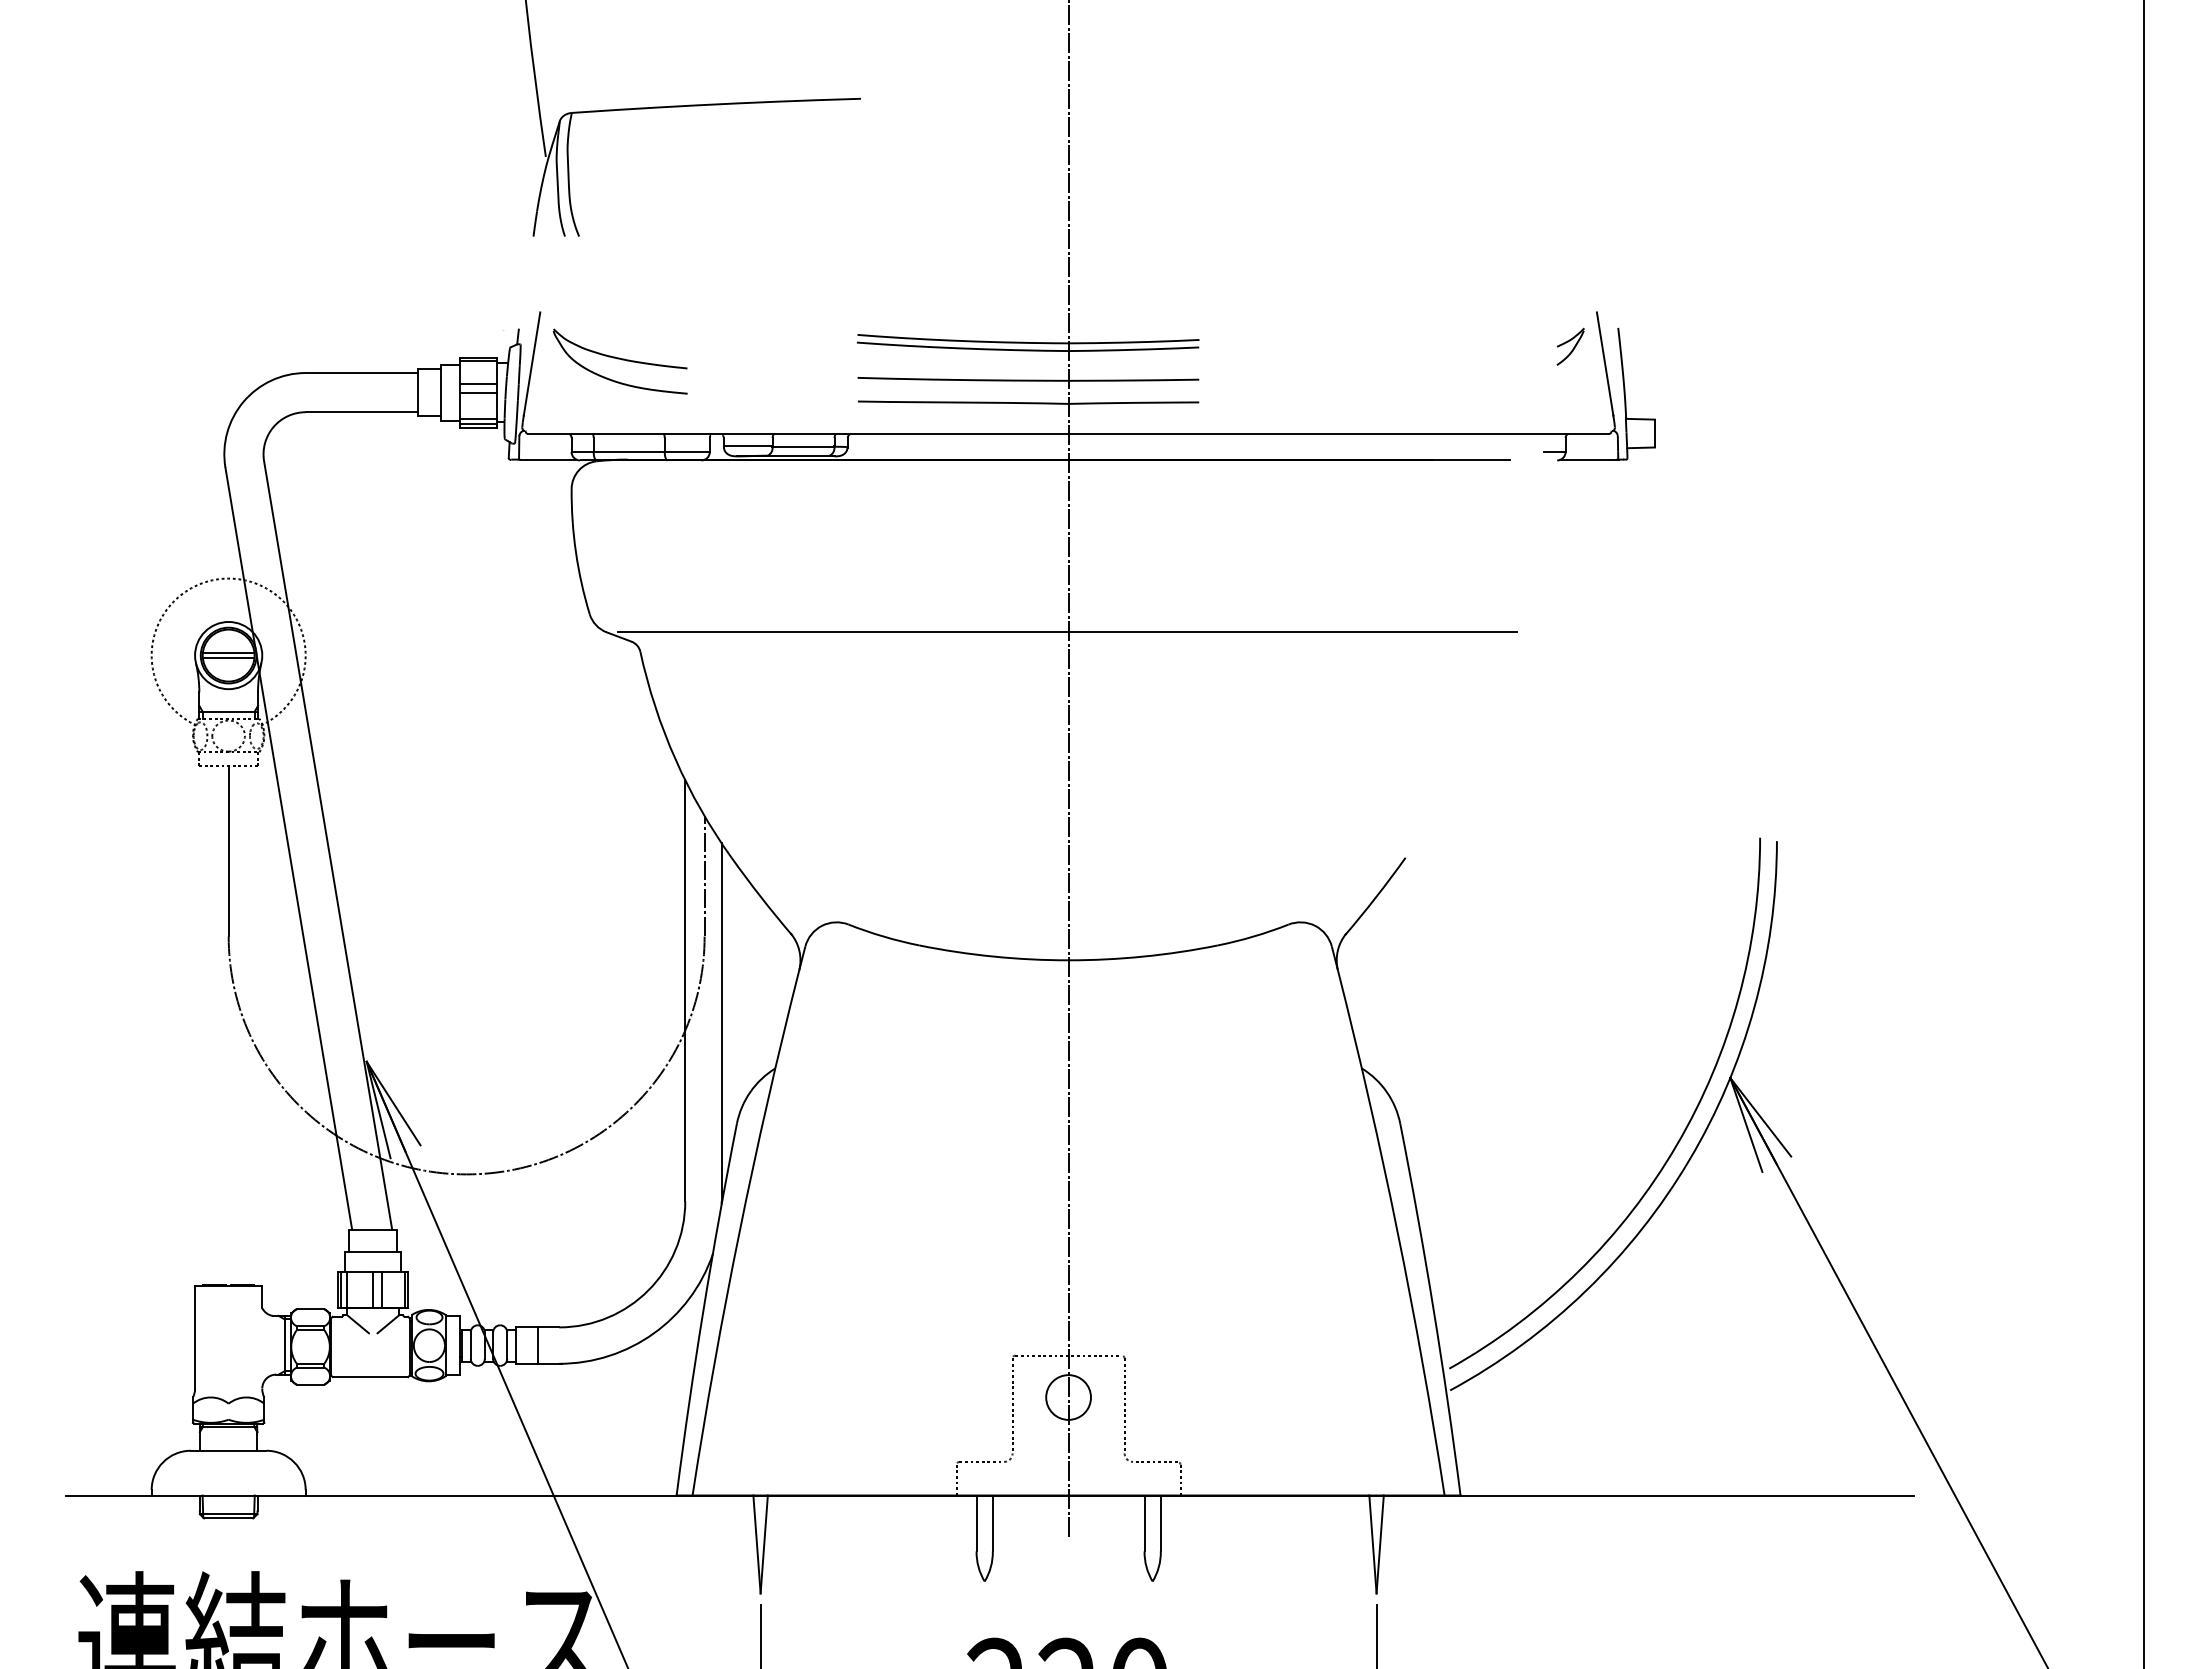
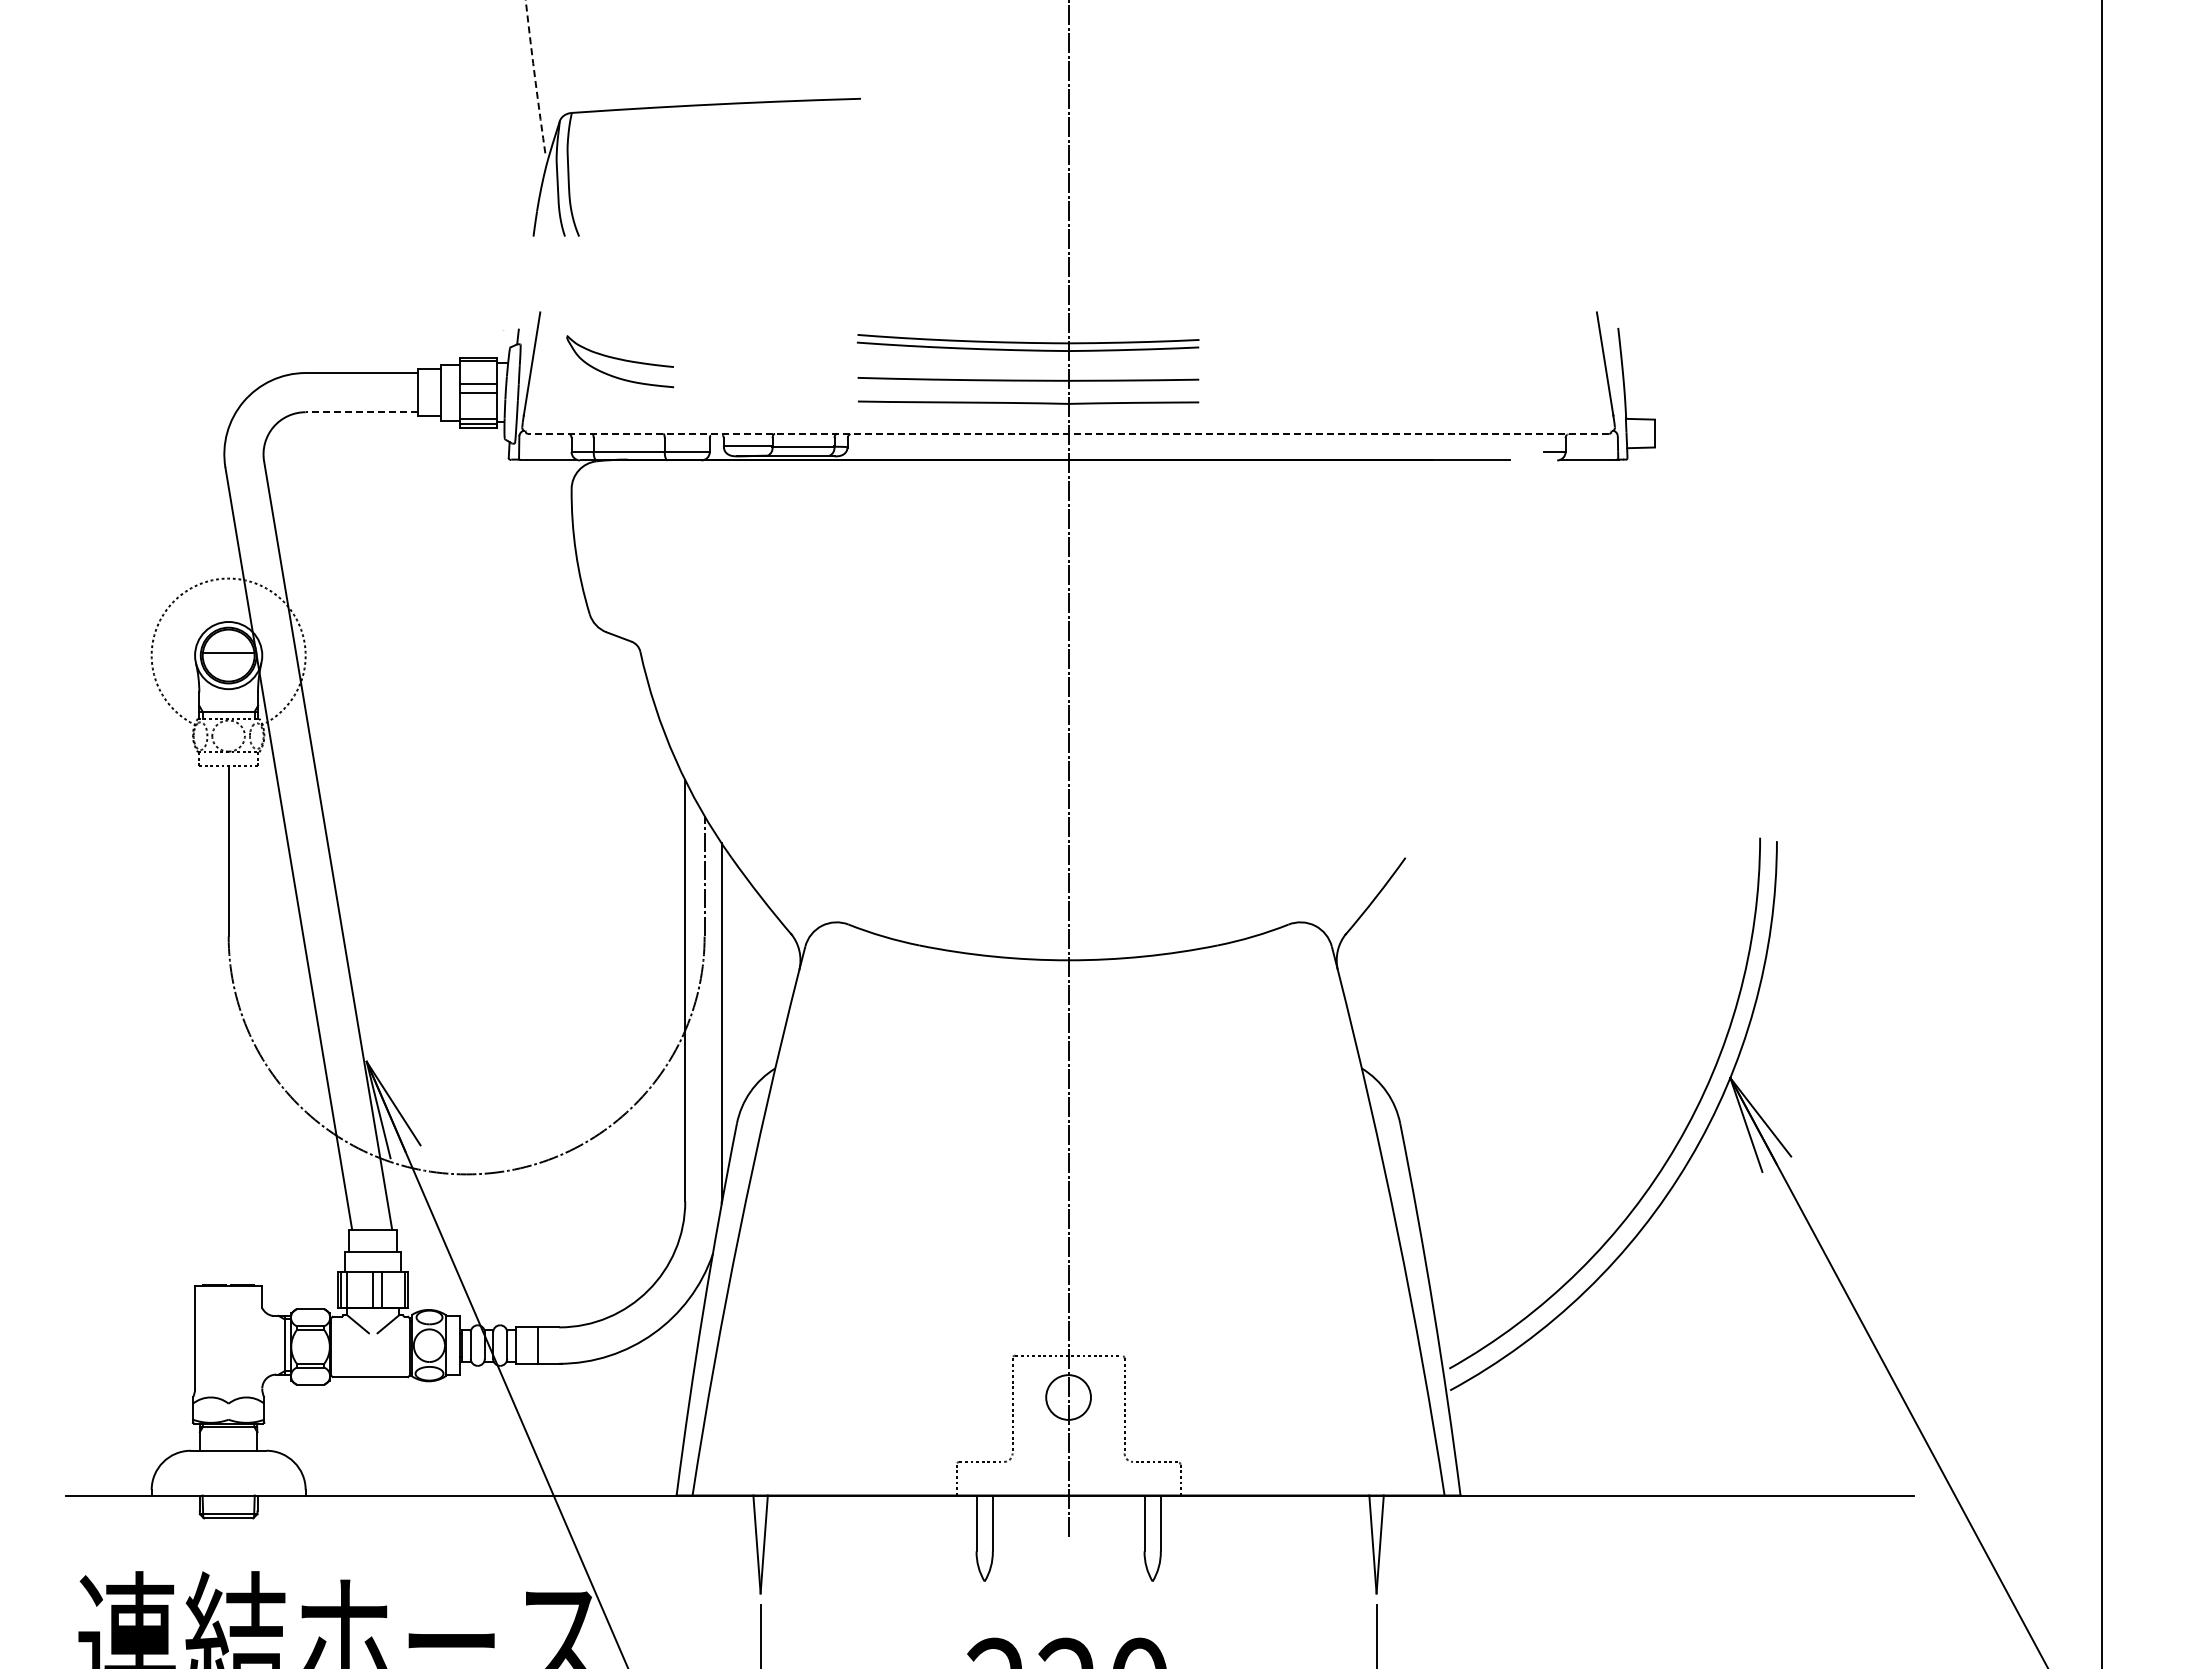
arc at (535, 79): solid -> dashed
part at (1570, 346): present -> none
part at (619, 361) size: 136x67 px -> 109x54 px
line at (361, 412): solid -> dashed
line at (1068, 433): solid -> dashed
line at (1066, 632): present -> none
line at (228, 658): present -> none
line at (2143, 833) position: (2143, 833) -> (2101, 833)
